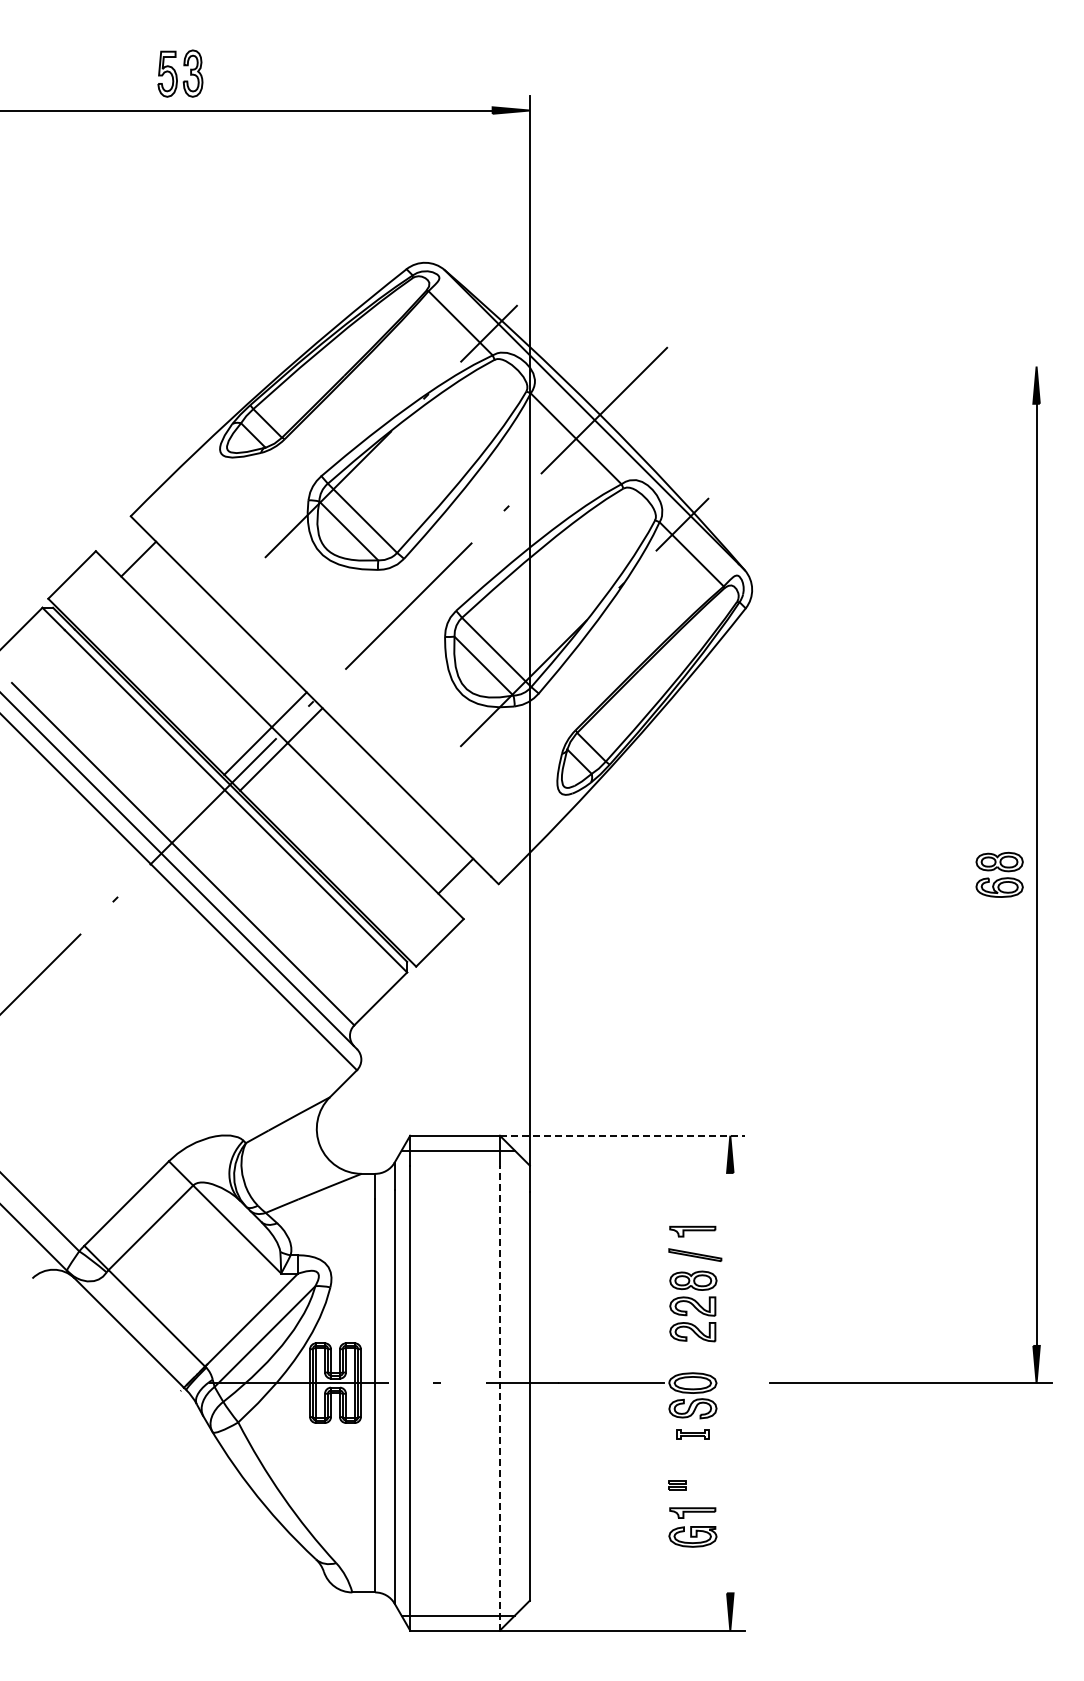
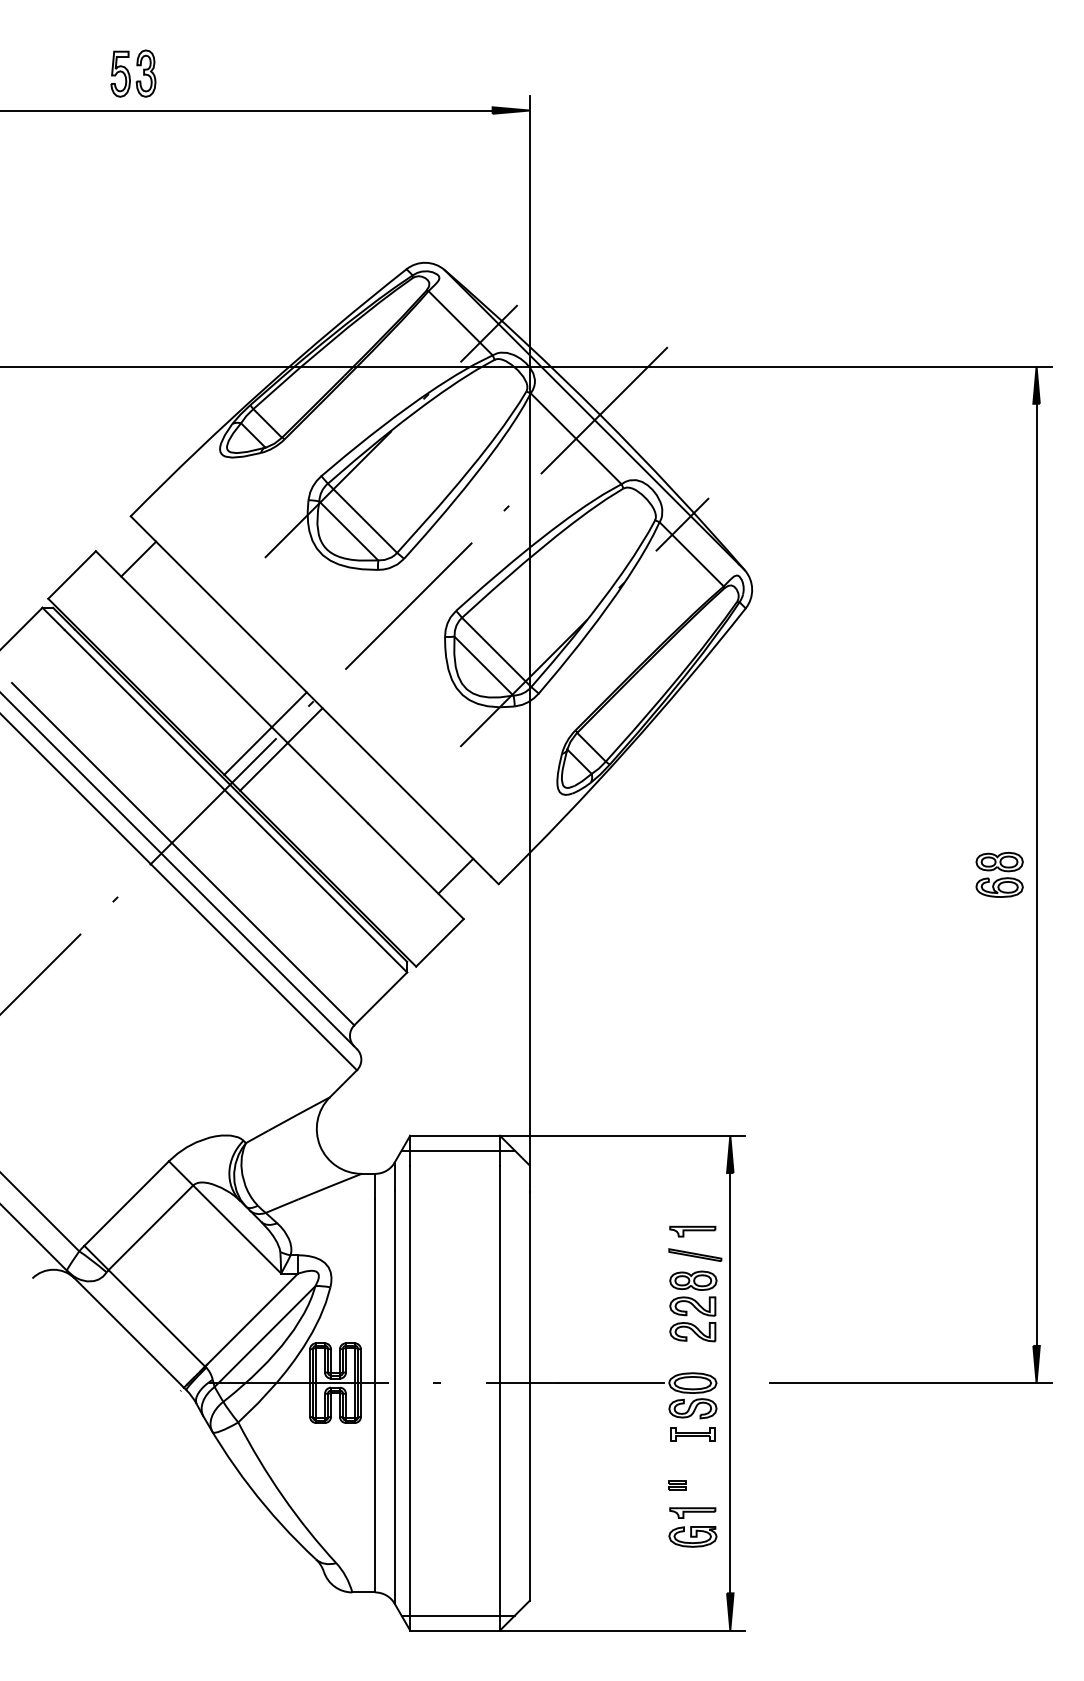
part at (180, 73) position: (180, 73) -> (133, 73)
line at (526, 366): none -> present
line at (622, 1135): dashed -> solid
line at (730, 1382): none -> present
line at (499, 1397): dashed -> solid
part at (692, 1434) size: 34x11 px -> 46x15 px
